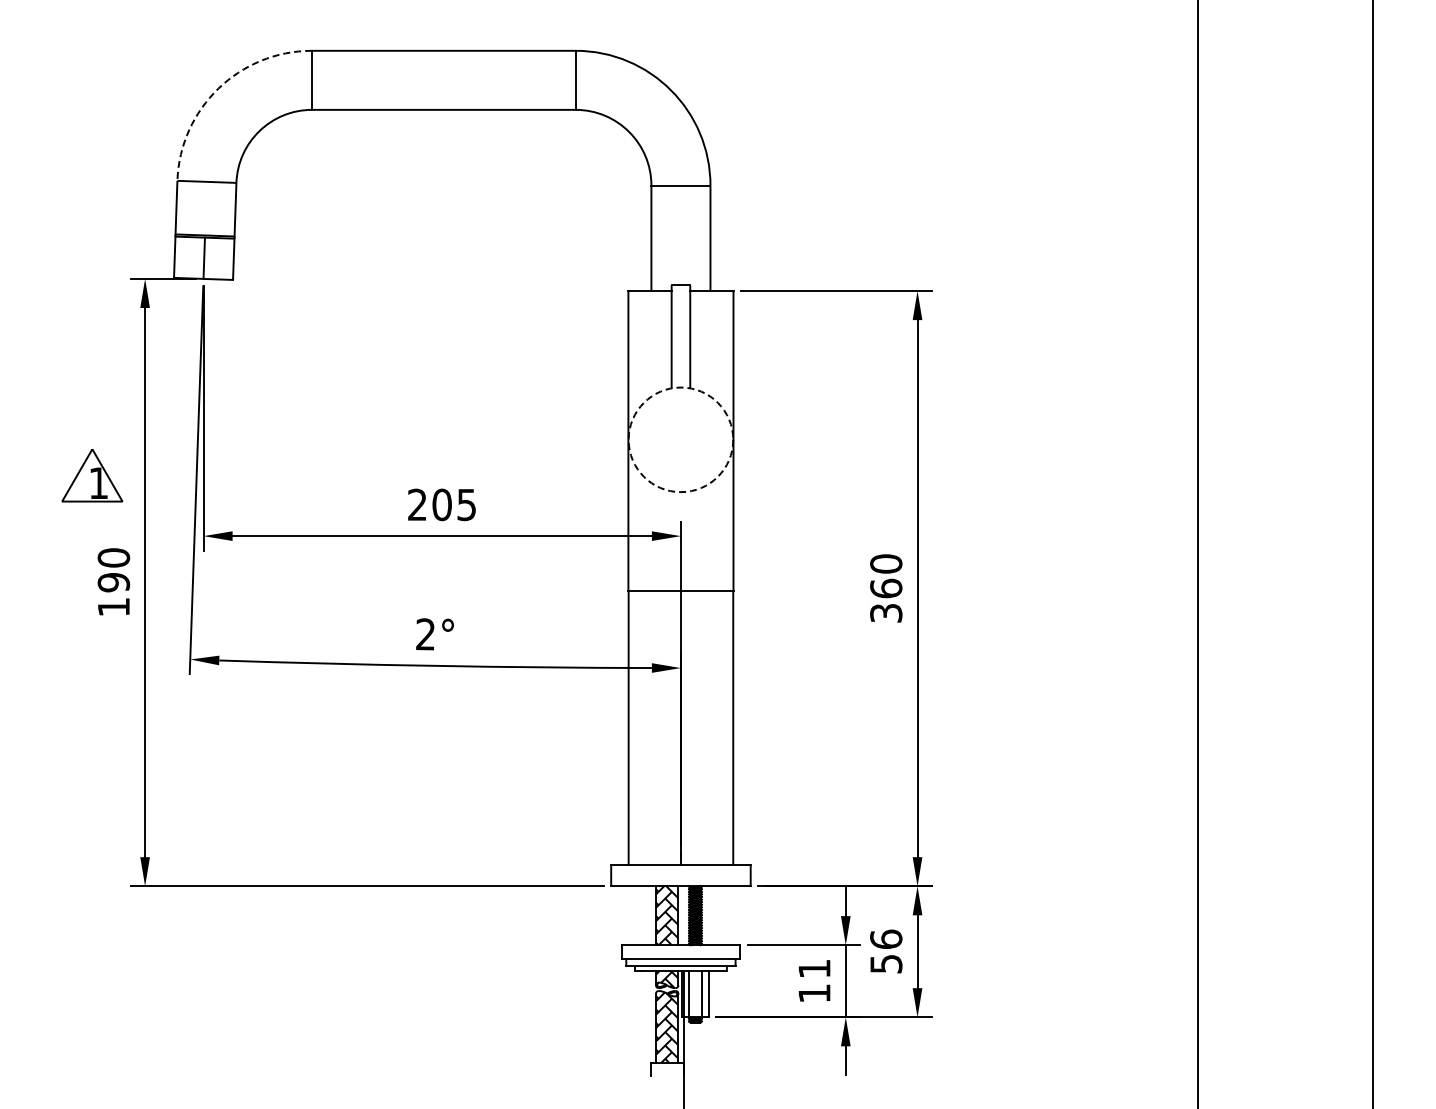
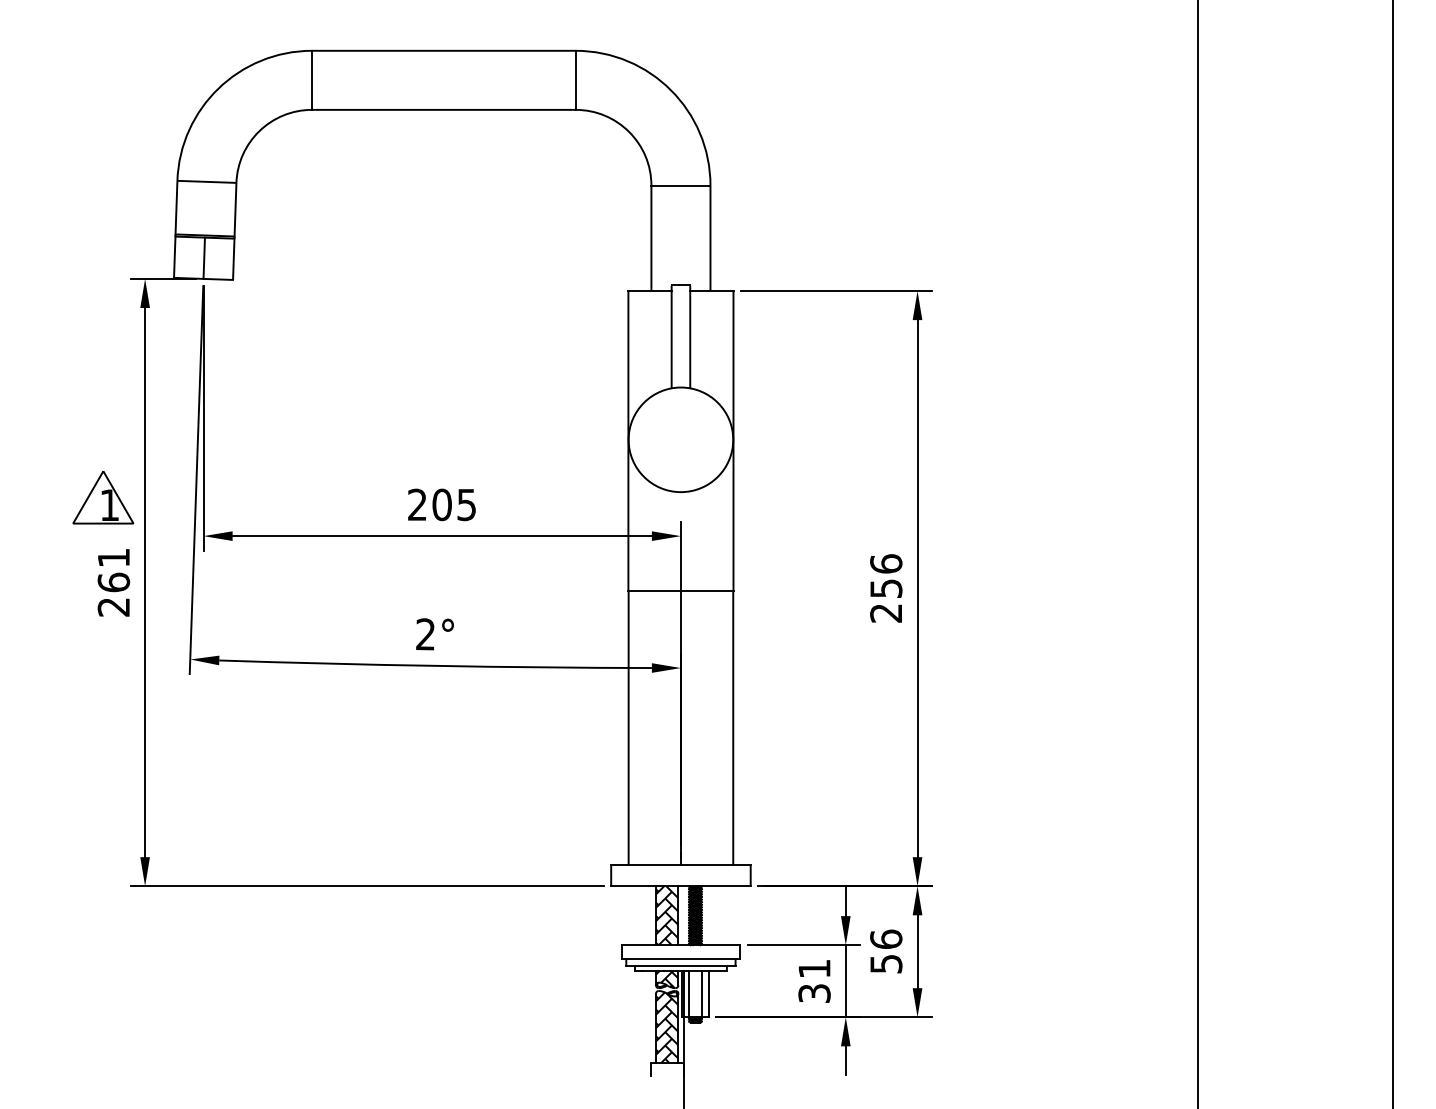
arc at (218, 88): dashed -> solid
circle at (680, 439): dashed -> solid
part at (92, 475) position: (92, 475) -> (103, 497)
line at (1372, 553) position: (1372, 553) -> (1392, 553)
text at (113, 582): 190 -> 261
text at (886, 588): 360 -> 256
text at (814, 993): 11 -> 31
